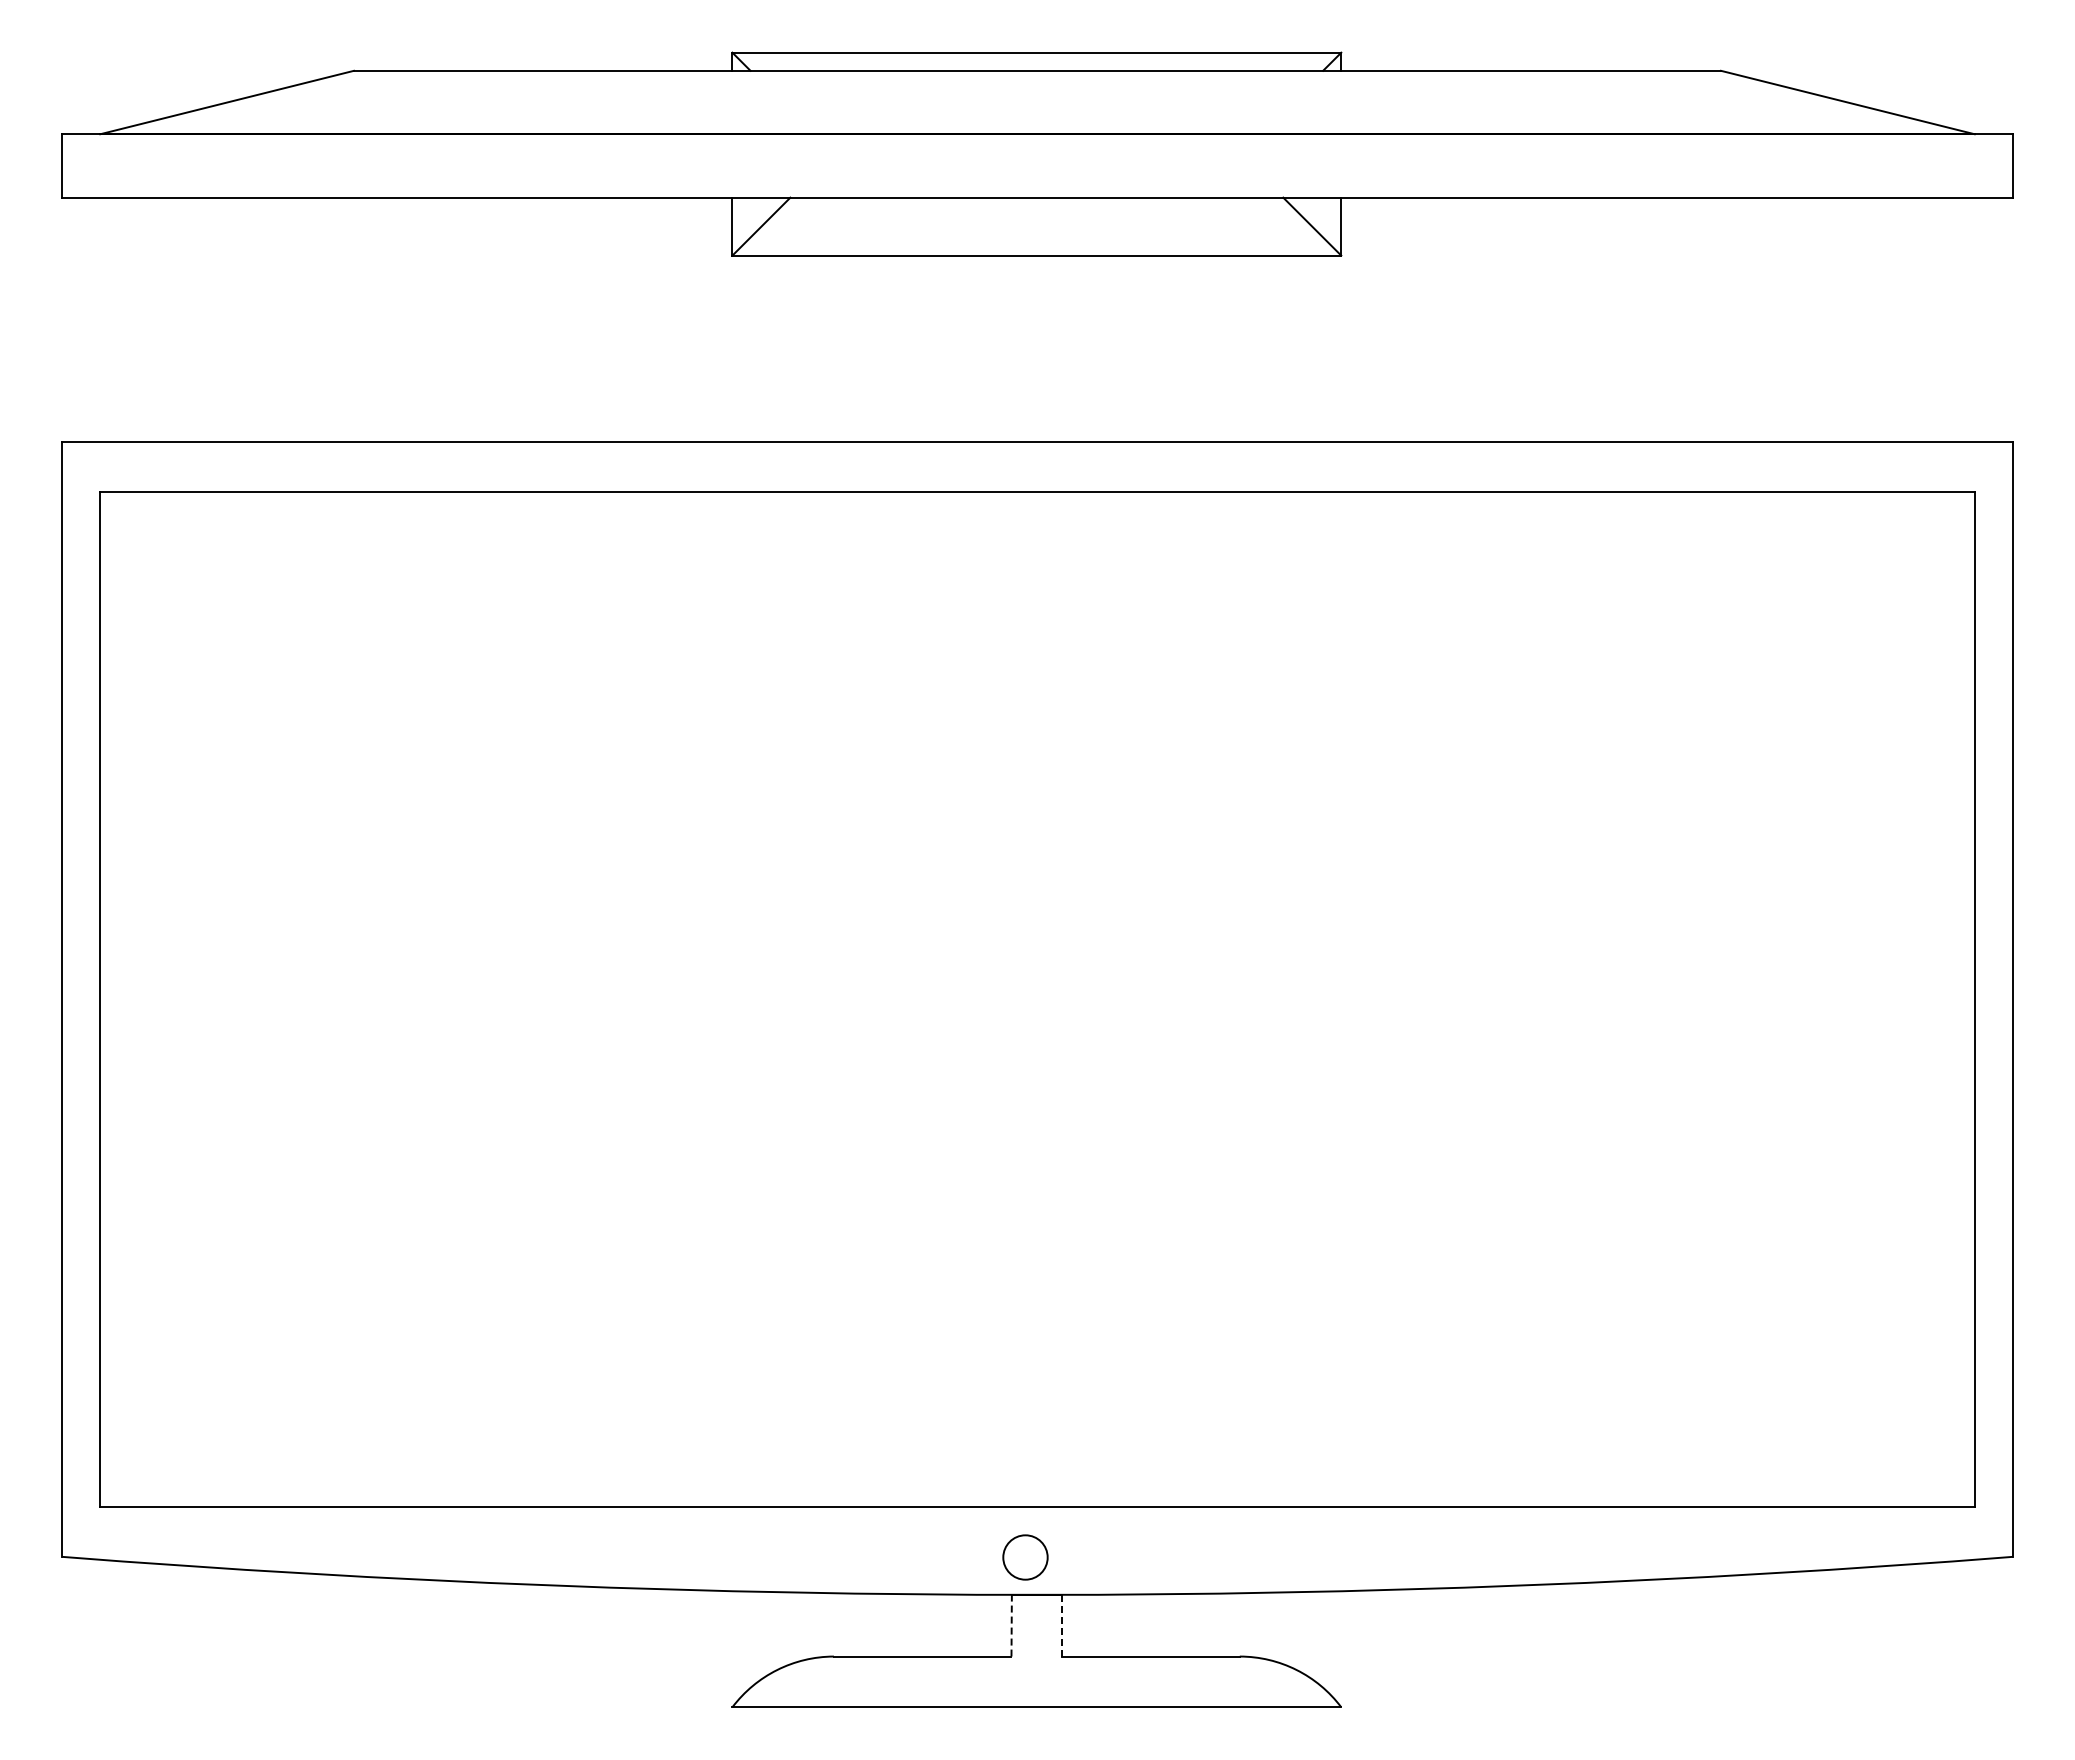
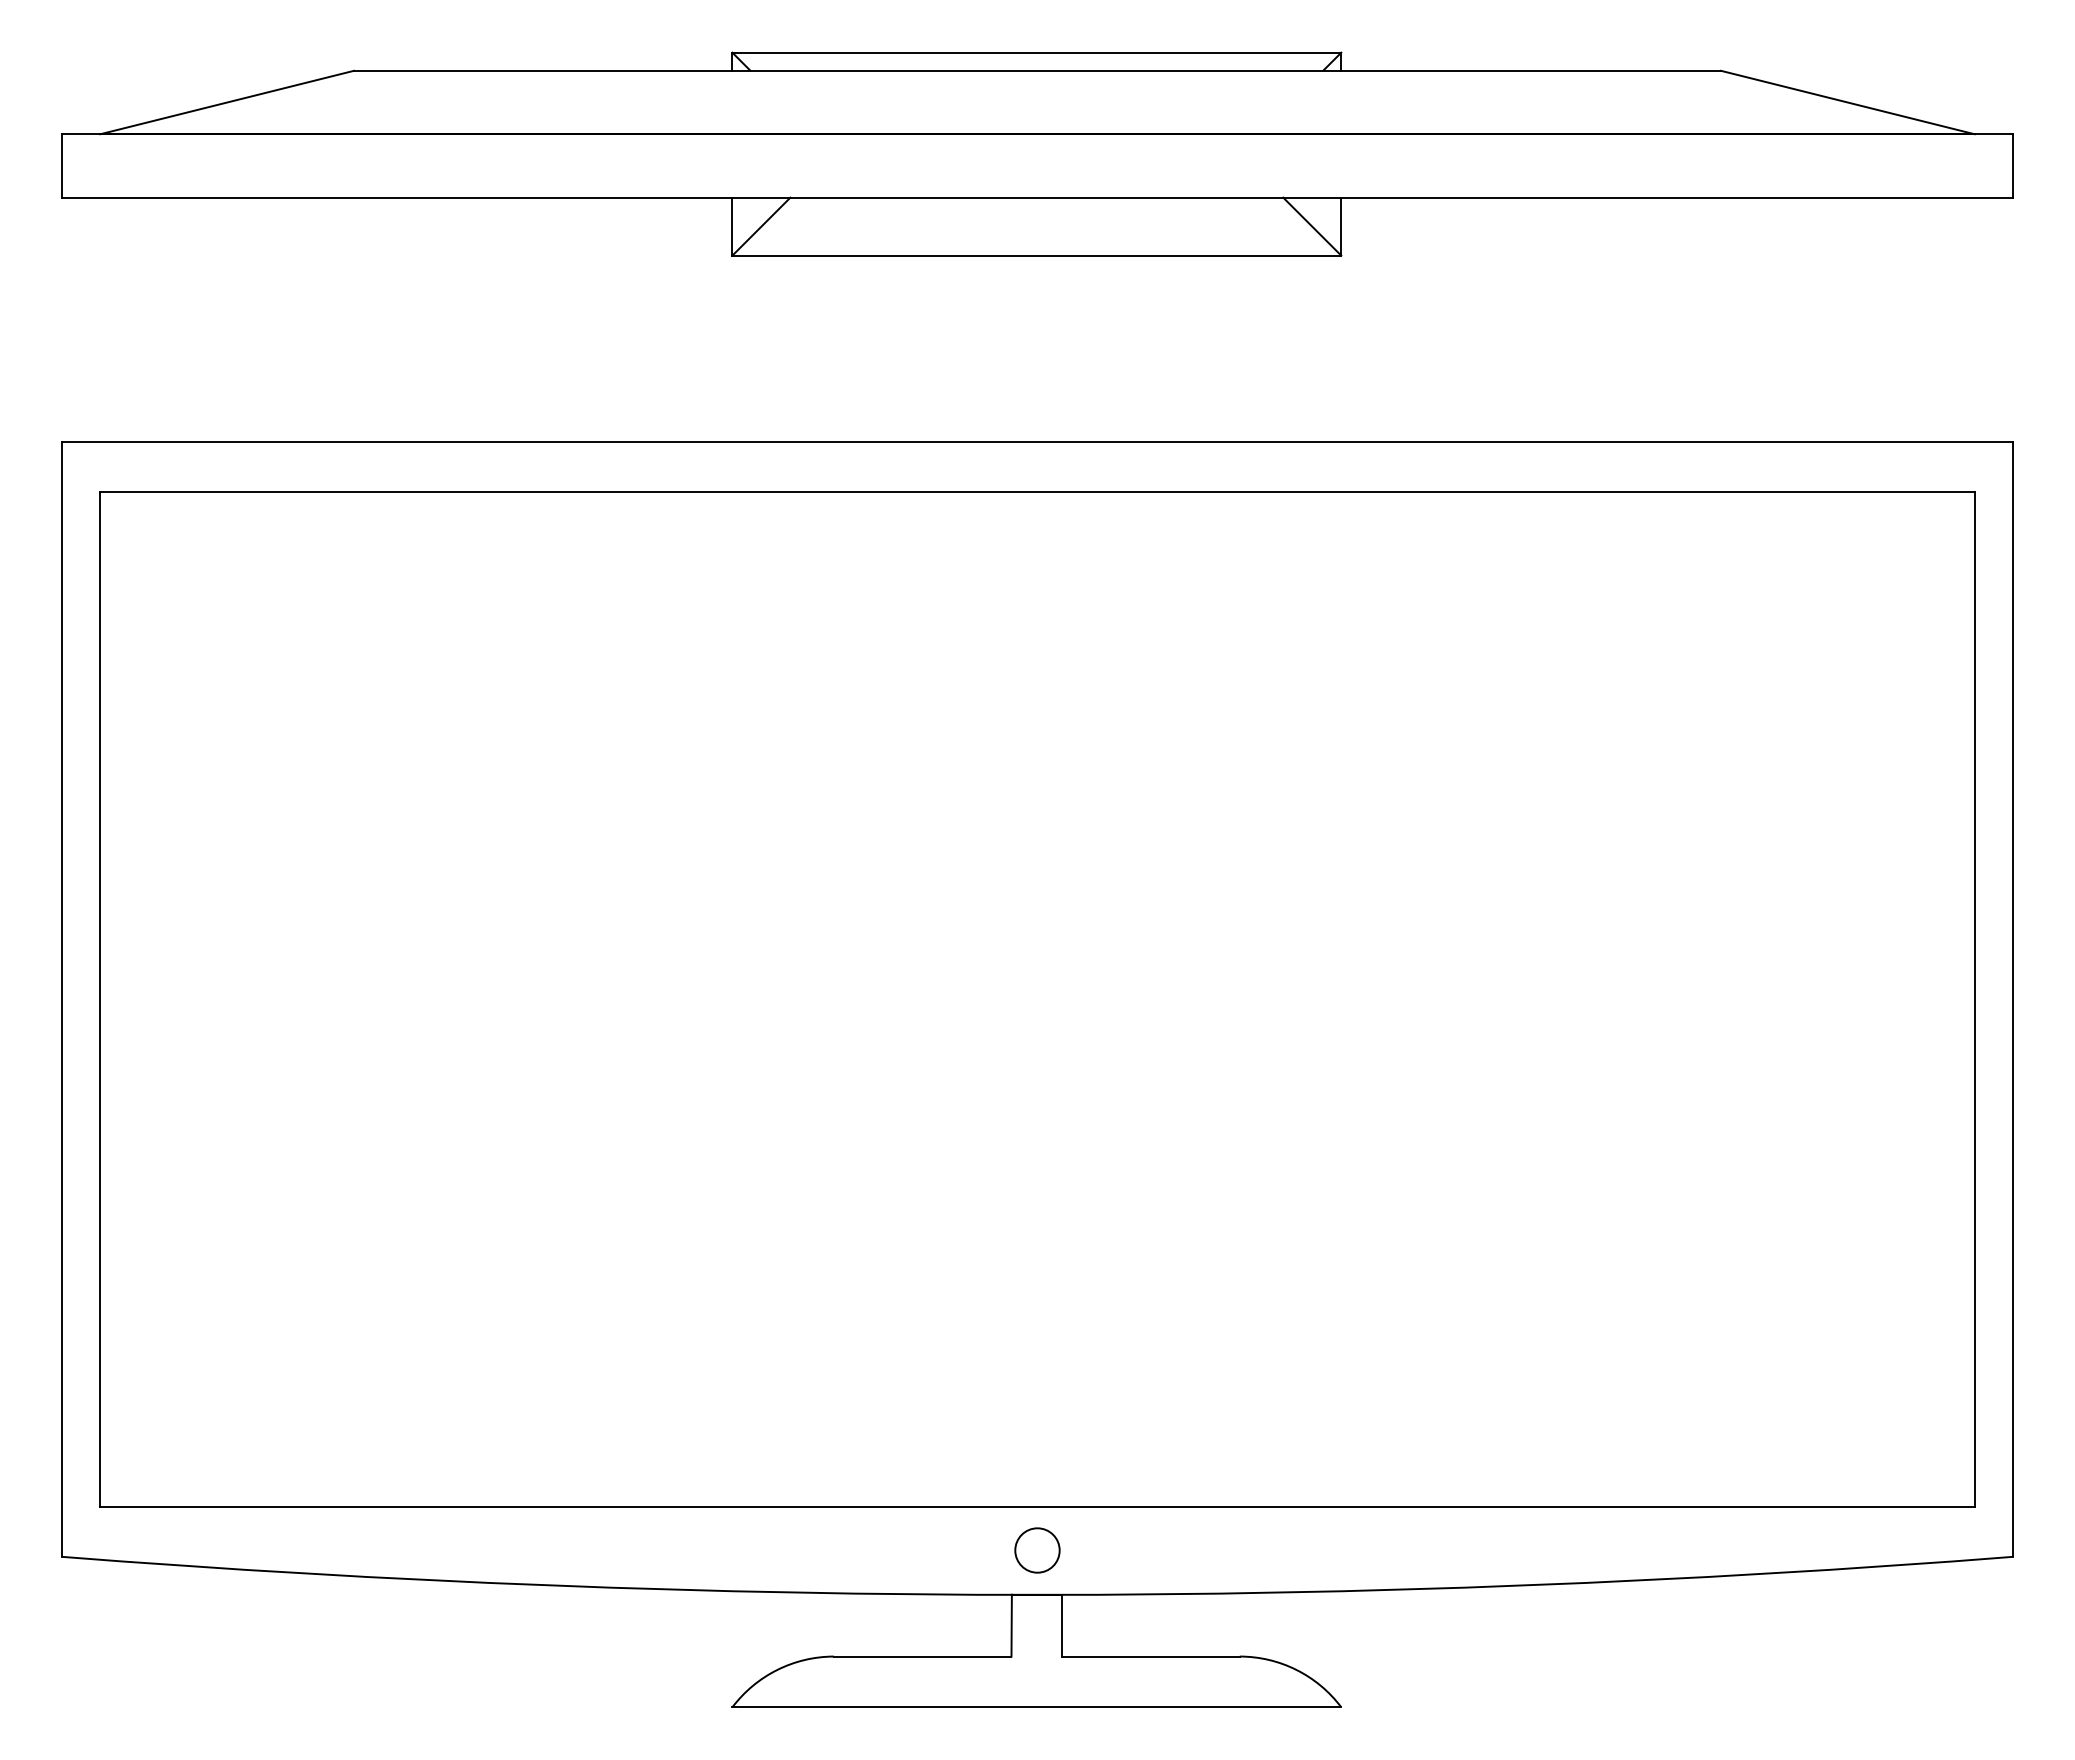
circle at (1025, 1557) position: (1025, 1557) -> (1037, 1550)
line at (1011, 1625): dashed -> solid
line at (1062, 1625): dashed -> solid
